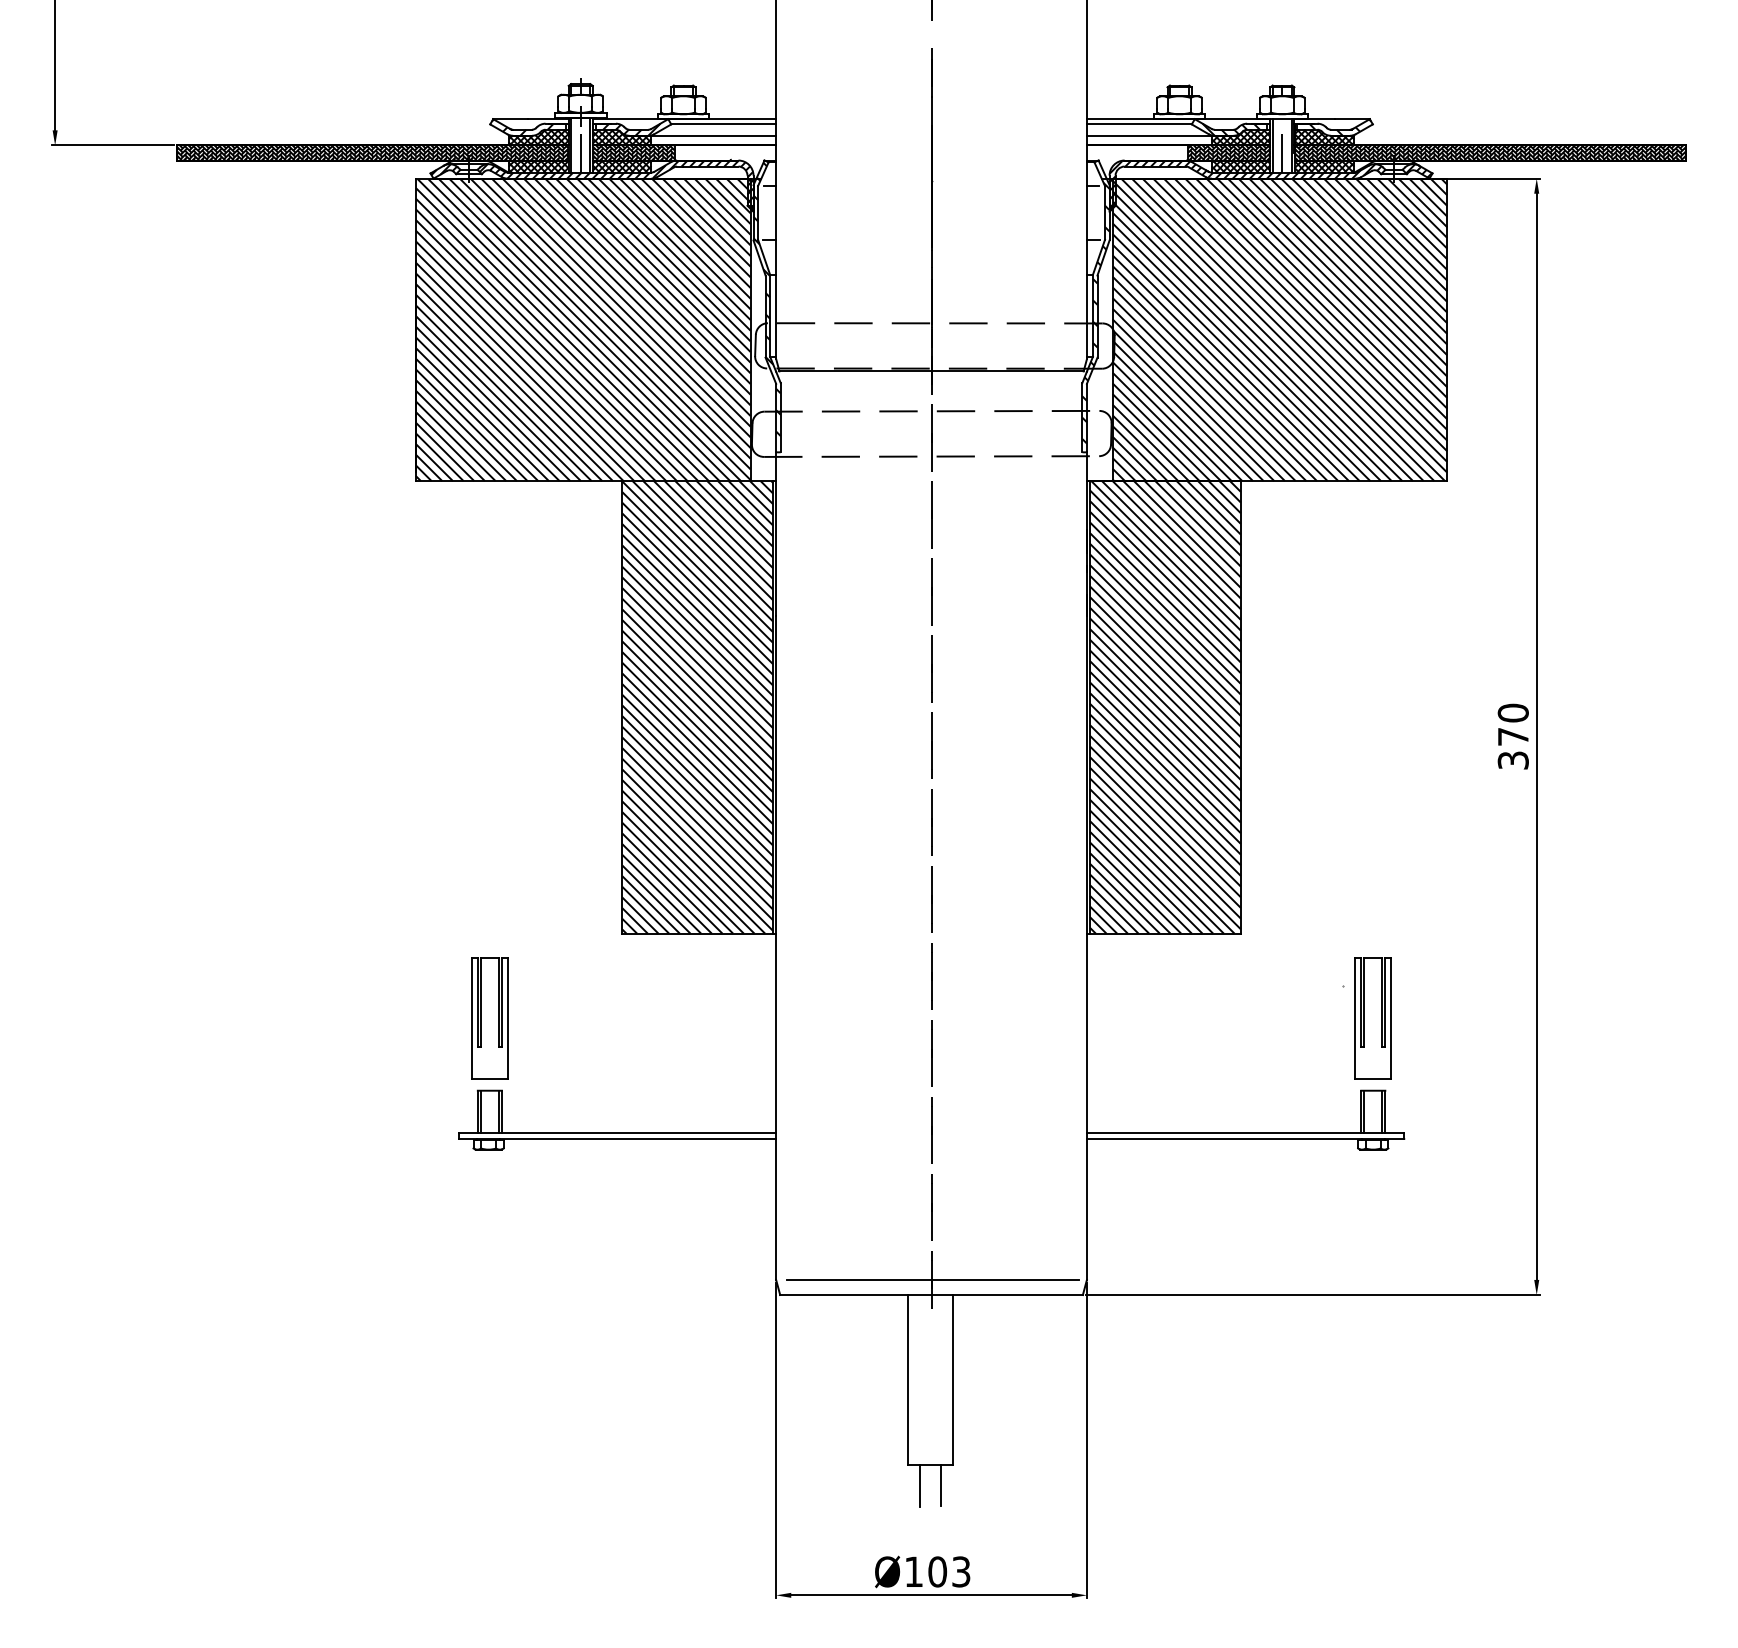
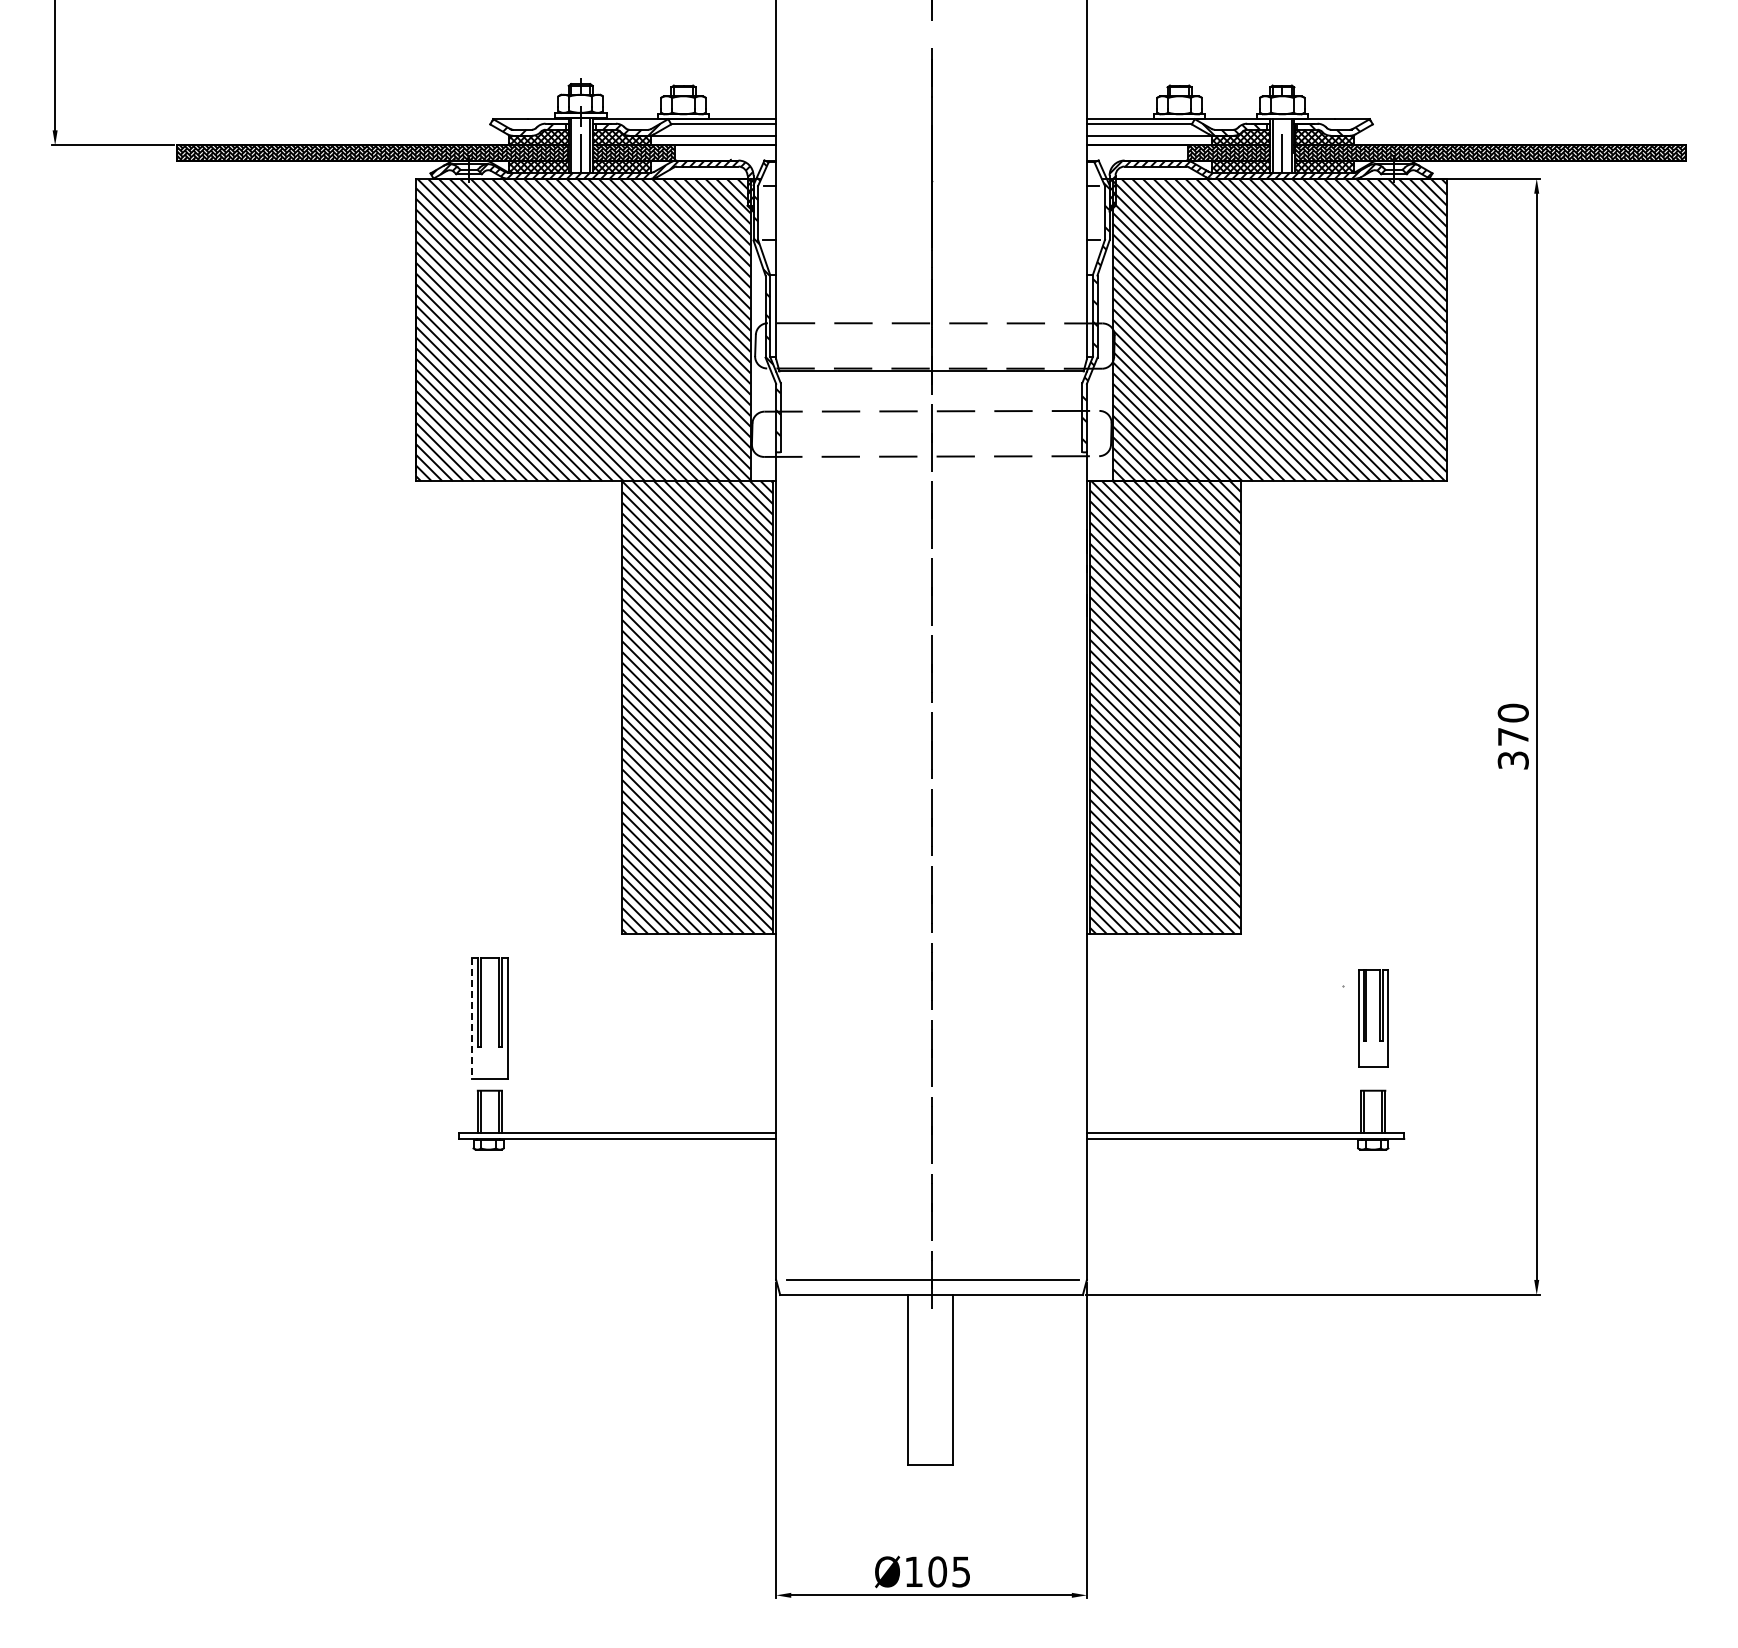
line at (471, 1018): solid -> dashed
part at (1372, 1018) size: 38x123 px -> 31x99 px
line at (919, 1485): present -> none
line at (941, 1485): present -> none
text at (961, 1571): Ø103 -> Ø105
